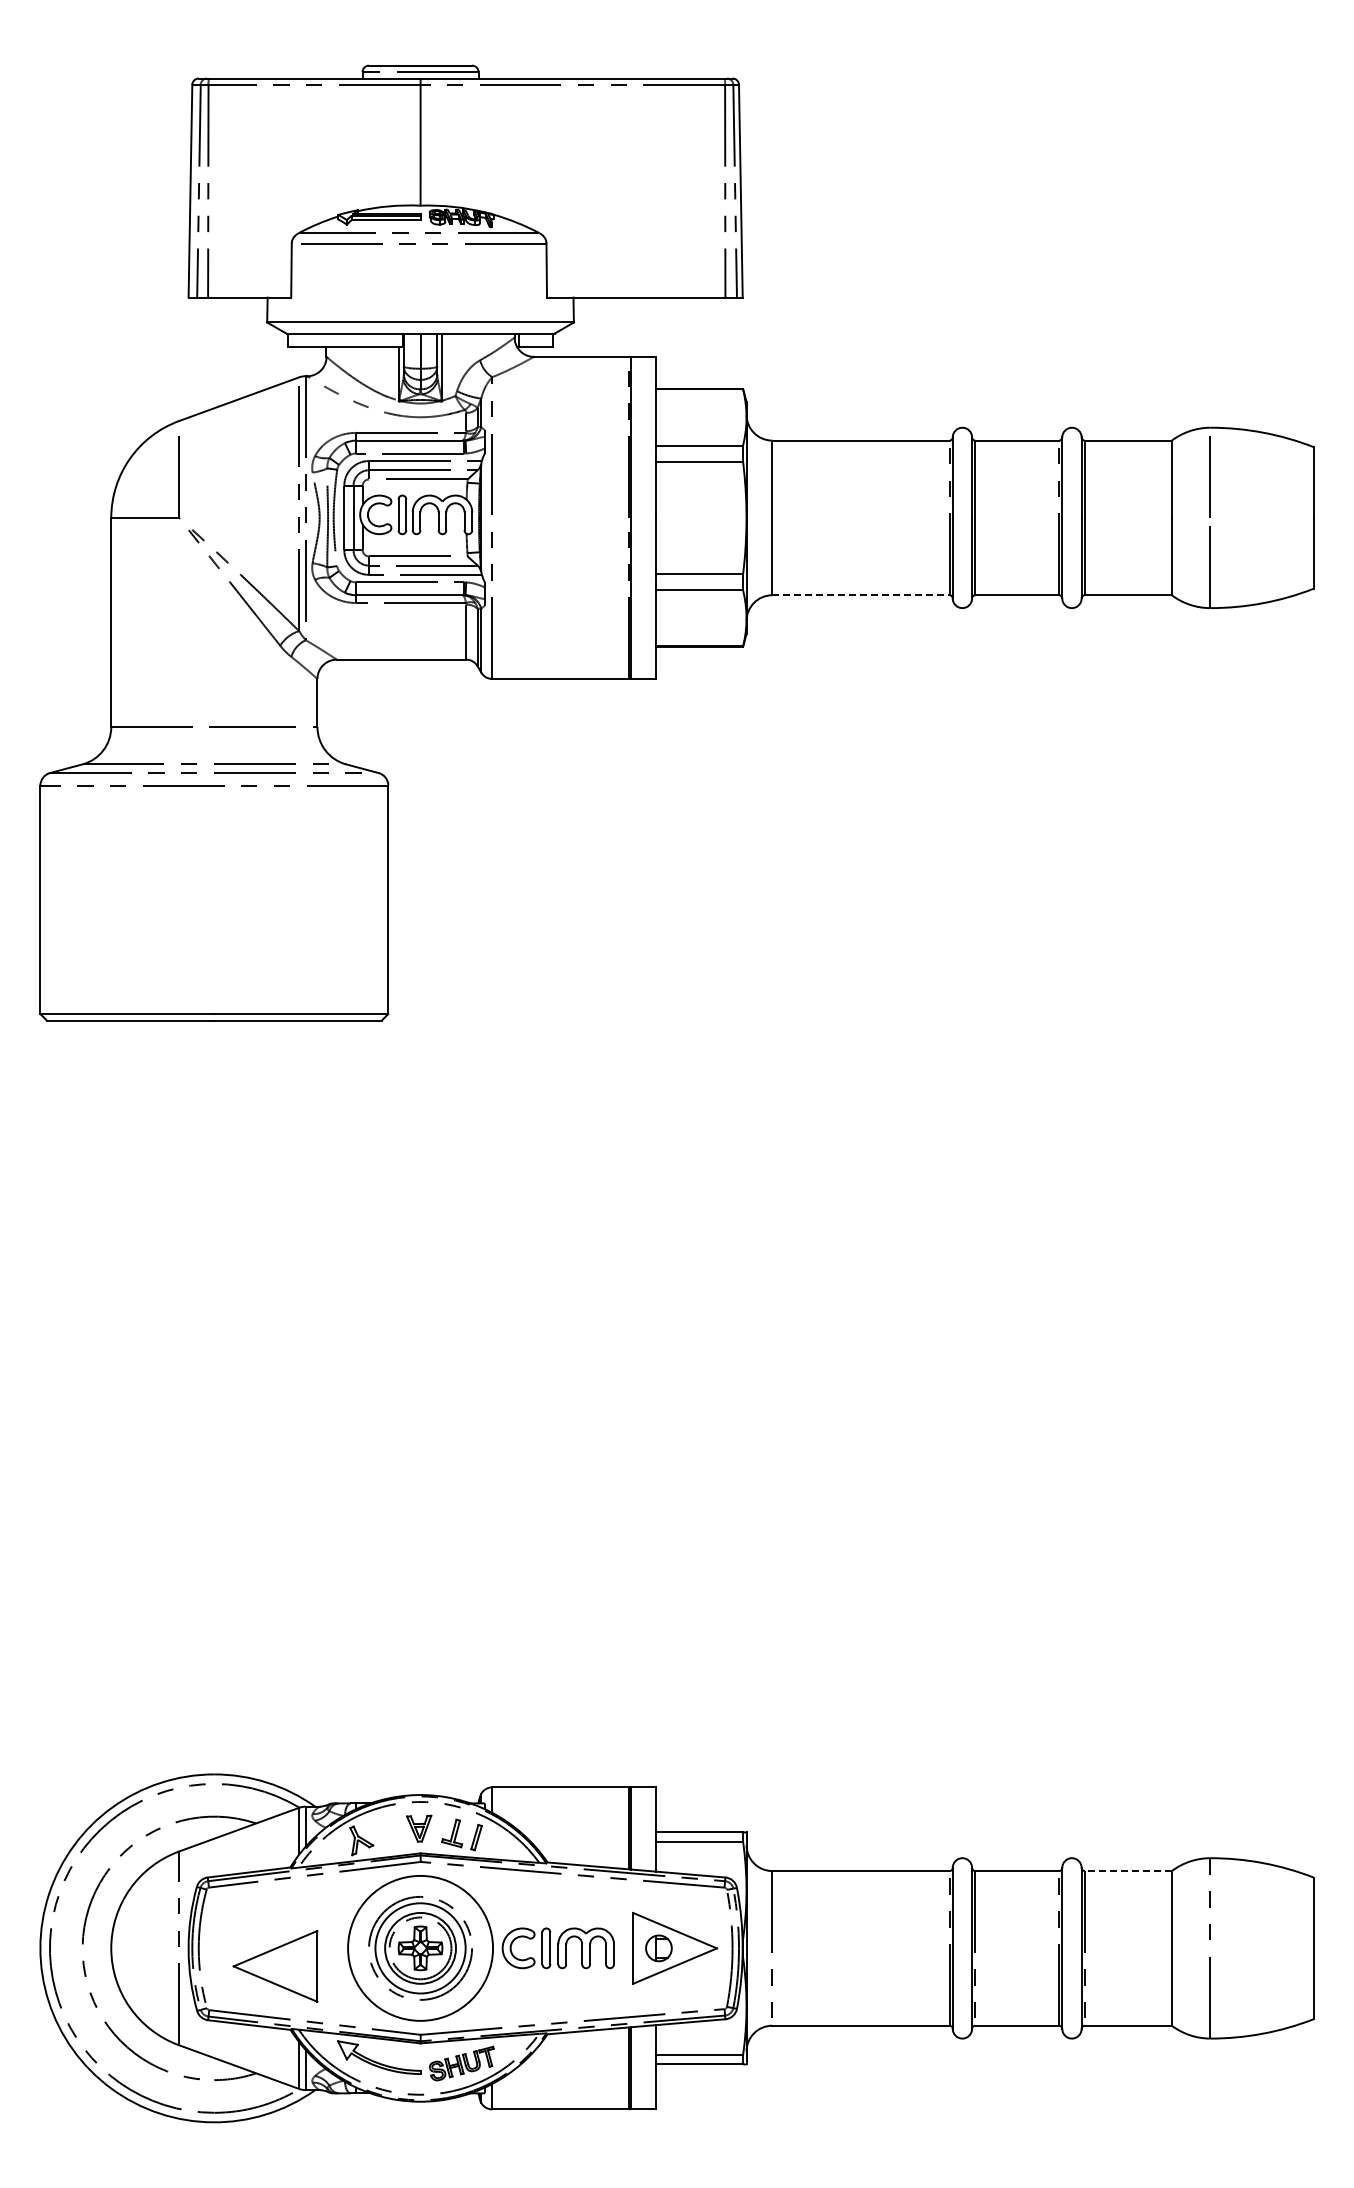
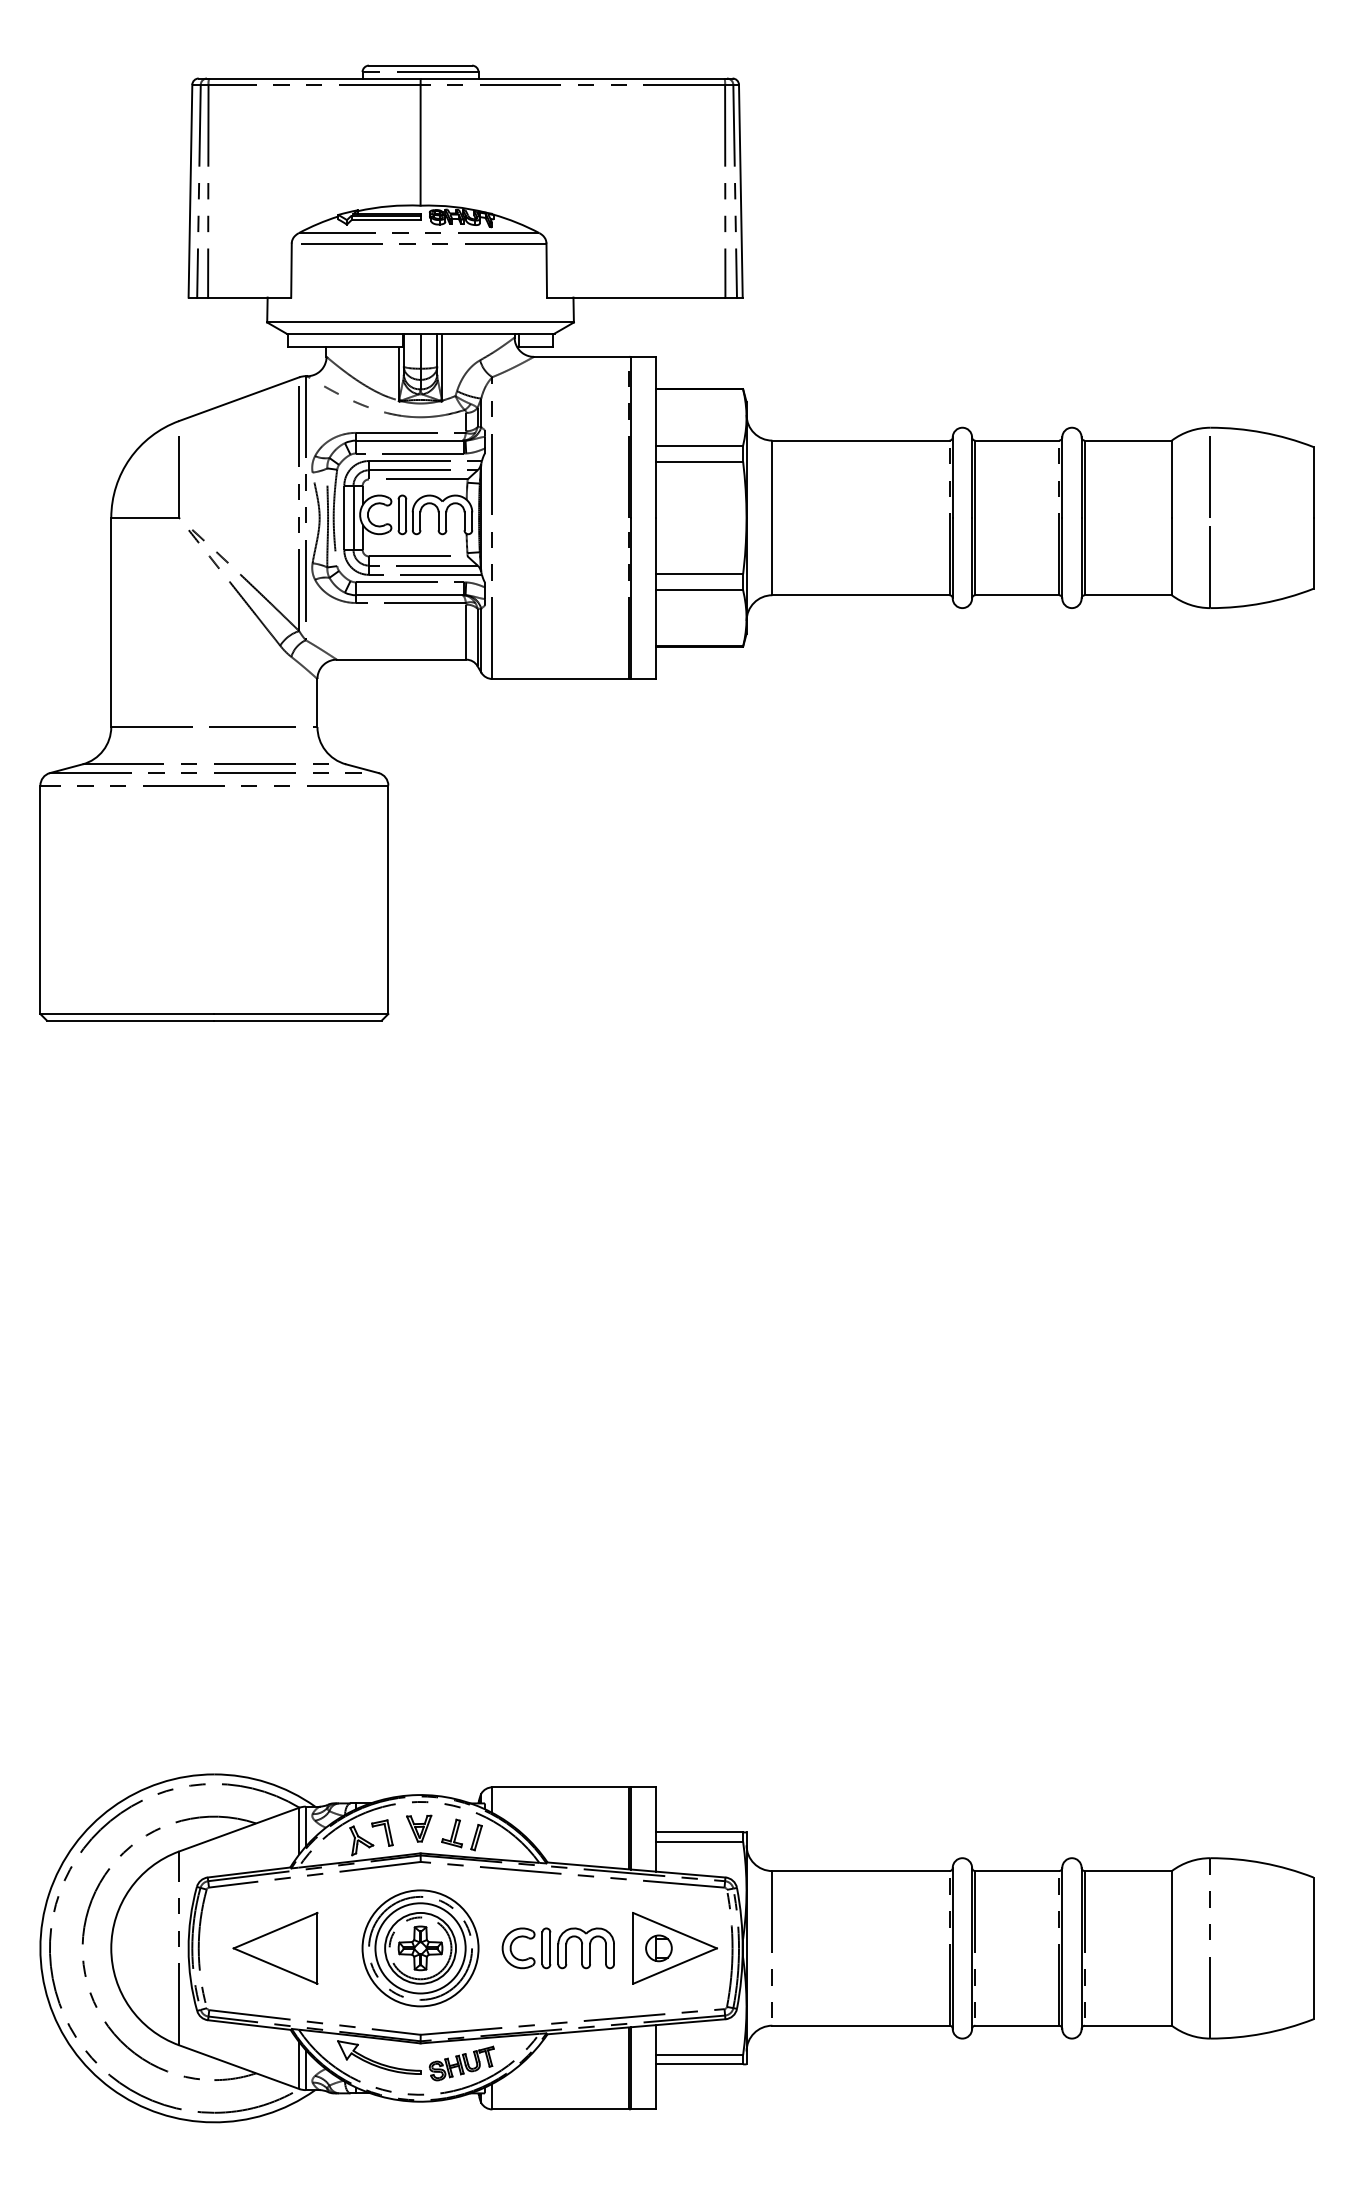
line at (860, 595): dashed -> solid
part at (382, 1832): none -> present
line at (1127, 1871): dashed -> solid
circle at (420, 1947) diameter: 145 px -> 116 px
part at (275, 1966) position: (275, 1966) -> (275, 1948)
